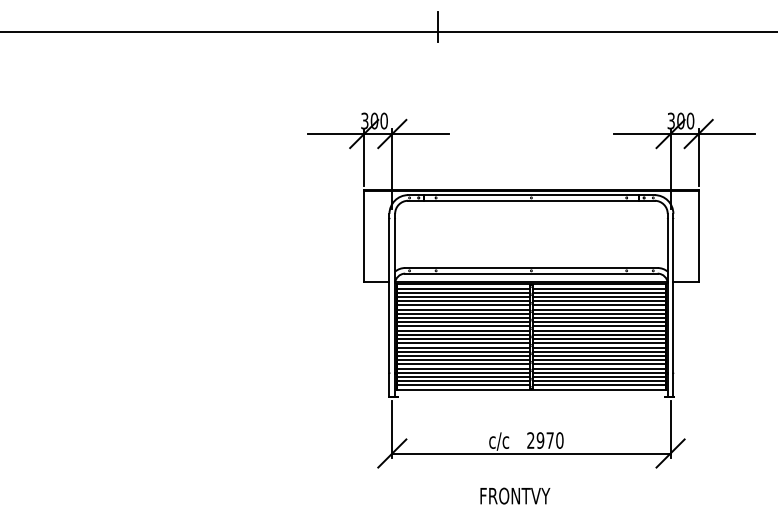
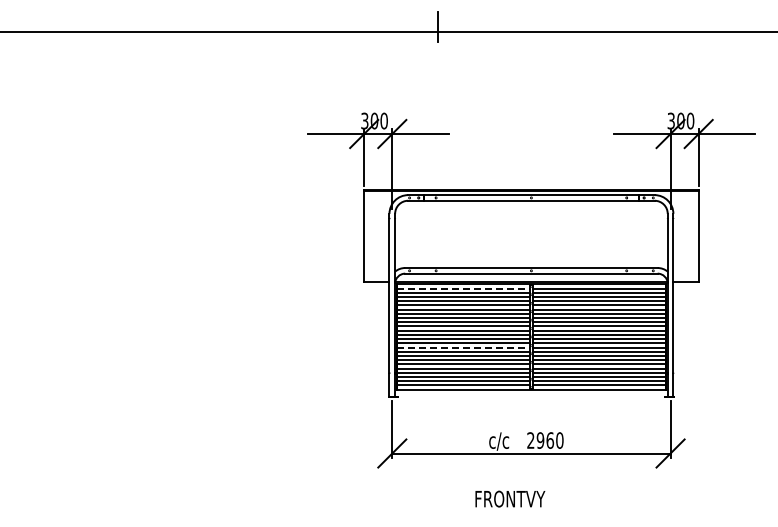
line at (464, 288): solid -> dashed
line at (464, 347): solid -> dashed
text at (550, 440): 2970 -> 2960
text at (515, 495) position: (515, 495) -> (510, 498)
